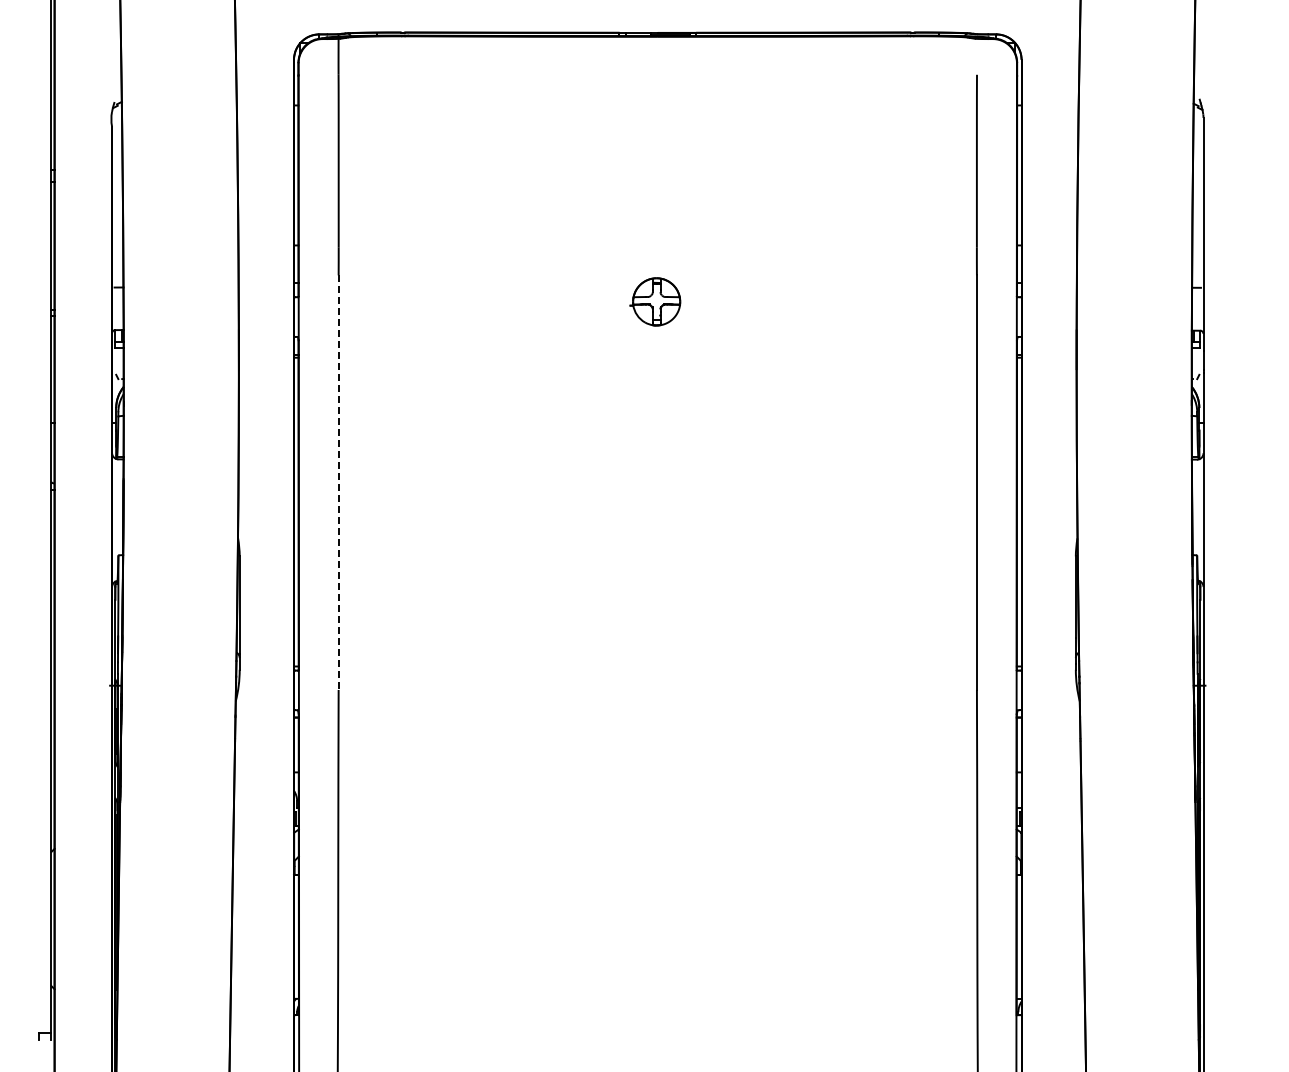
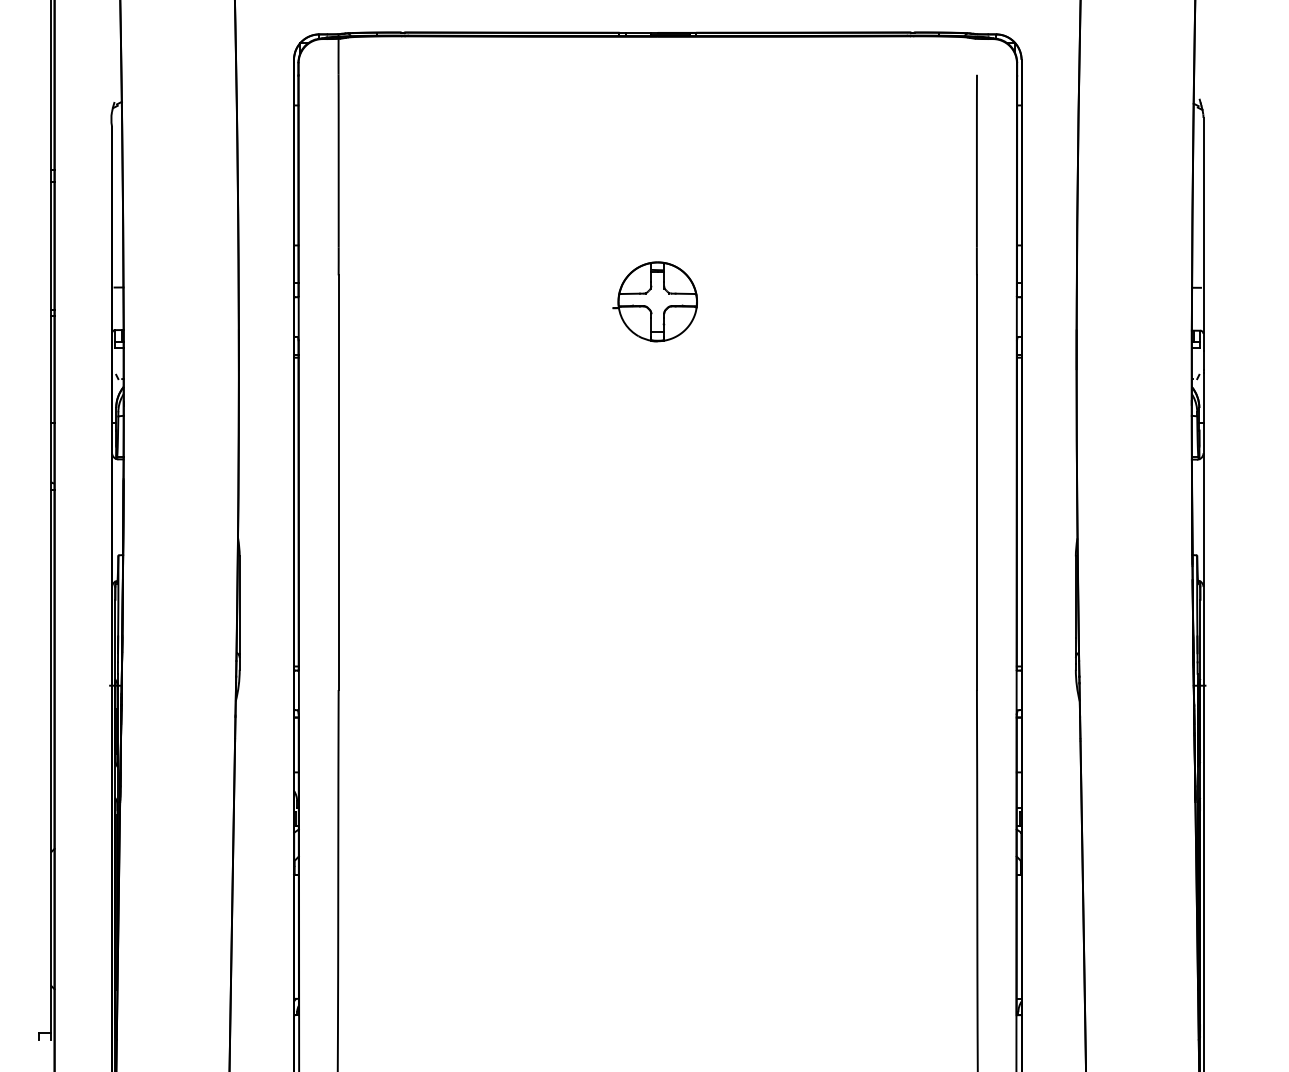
part at (655, 301) size: 53x50 px -> 86x82 px
line at (338, 483): dashed -> solid
